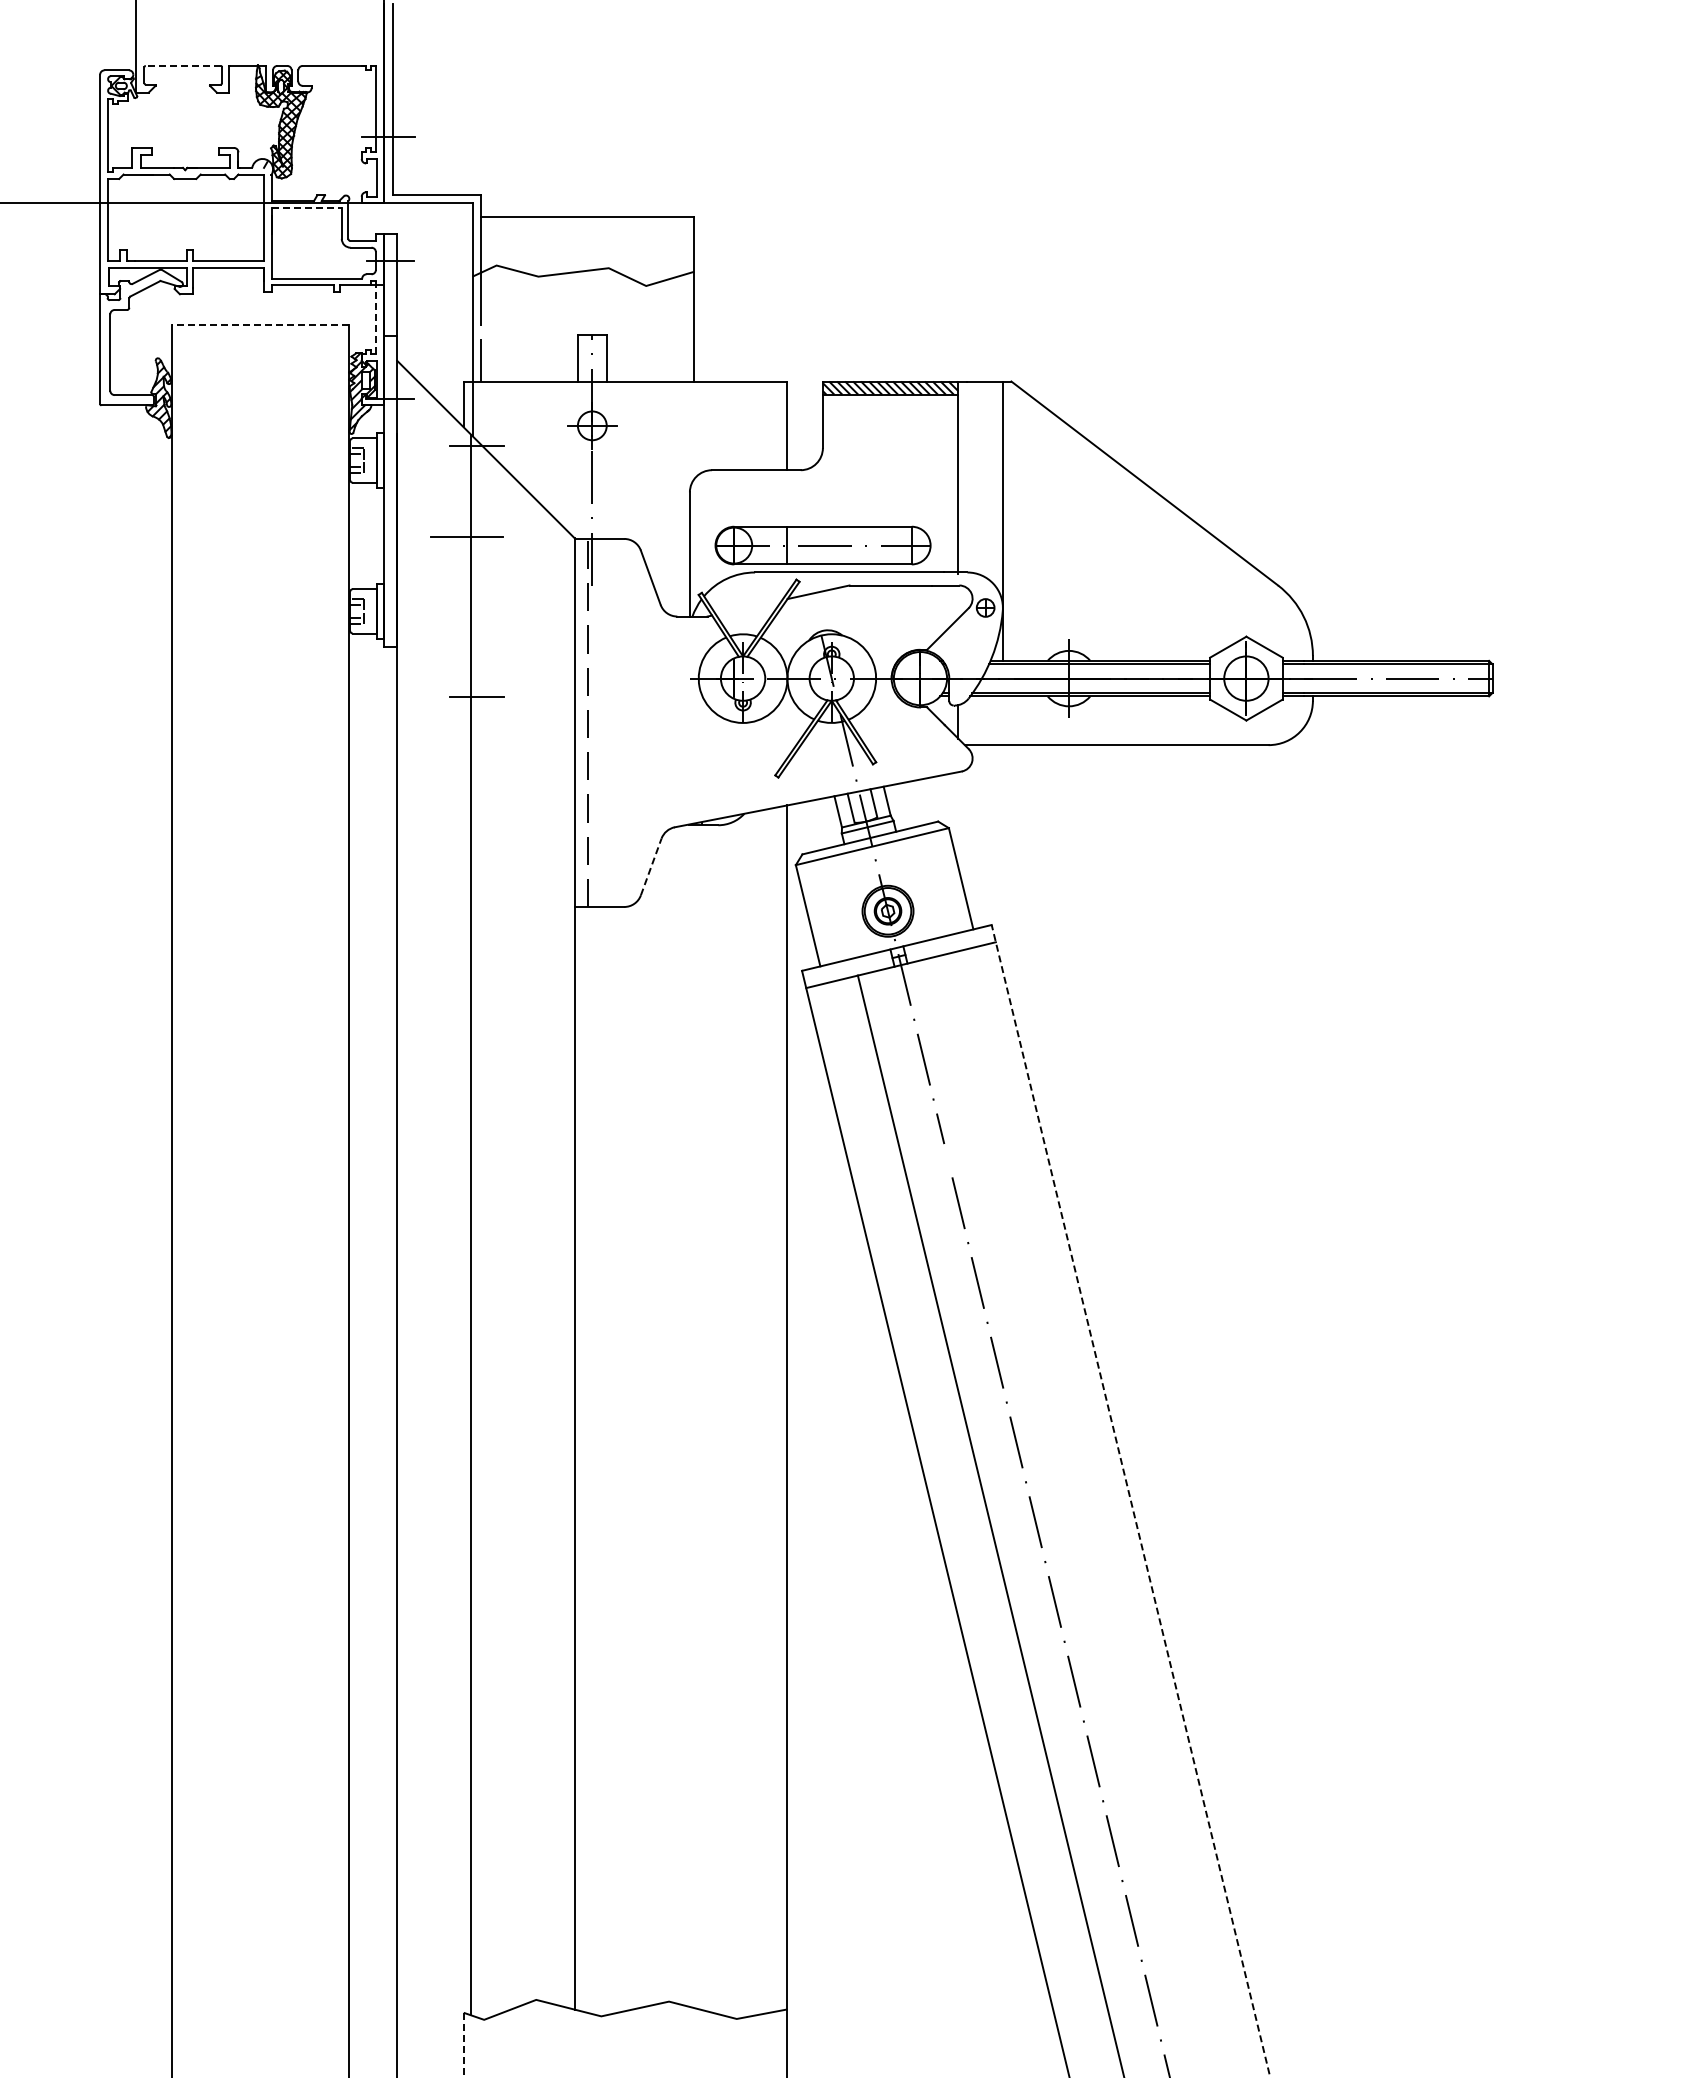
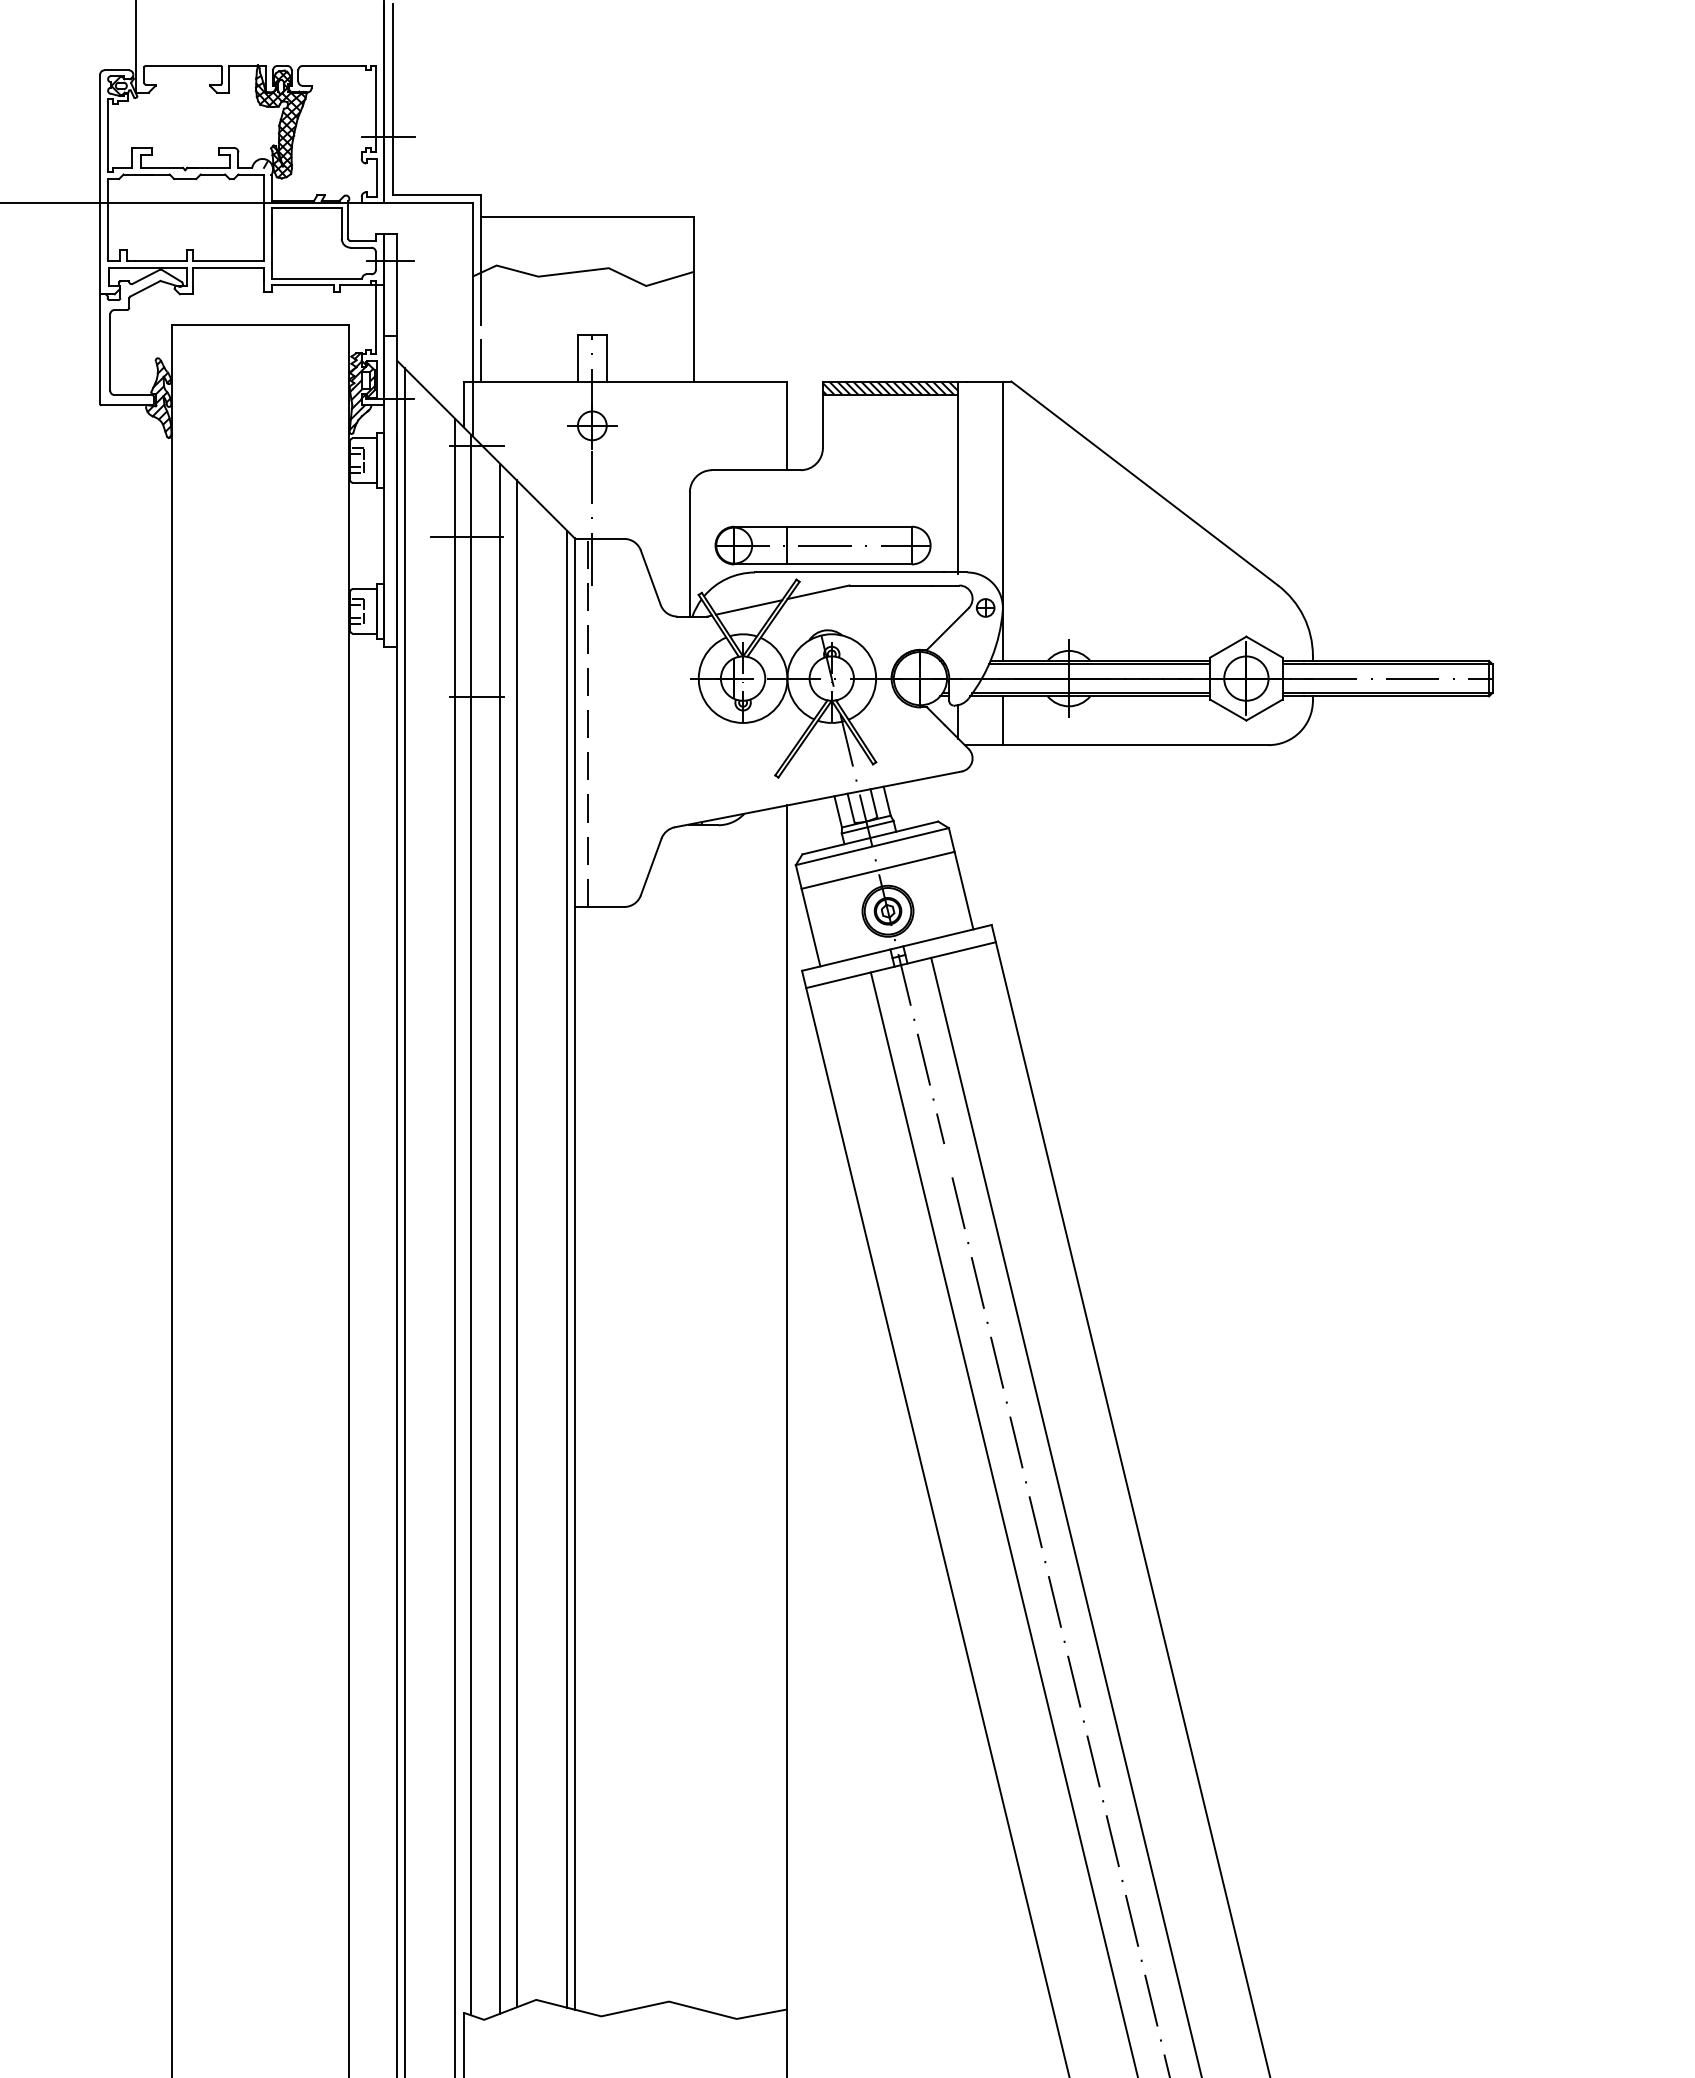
line at (182, 65): dashed -> solid
line at (307, 207): dashed -> solid
line at (375, 317): dashed -> solid
line at (260, 325): dashed -> solid
line at (749, 607): none -> present
line at (1002, 720): none -> present
line at (651, 866): dashed -> solid
line at (877, 869): none -> present
line at (404, 1221): none -> present
line at (500, 1238): none -> present
line at (516, 1243): none -> present
line at (455, 1246): none -> present
line at (567, 1268): none -> present
line at (1131, 1501): dashed -> solid
line at (1066, 1515): none -> present
line at (990, 1524) position: (990, 1524) -> (1003, 1523)
line at (463, 2045): dashed -> solid
